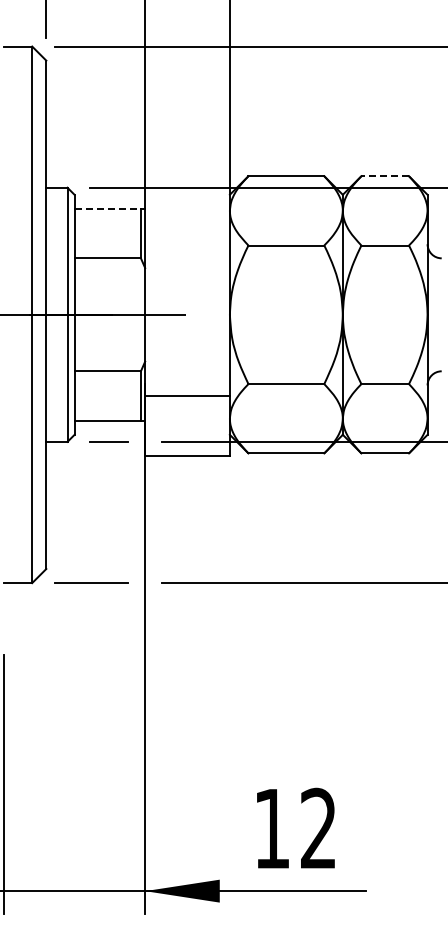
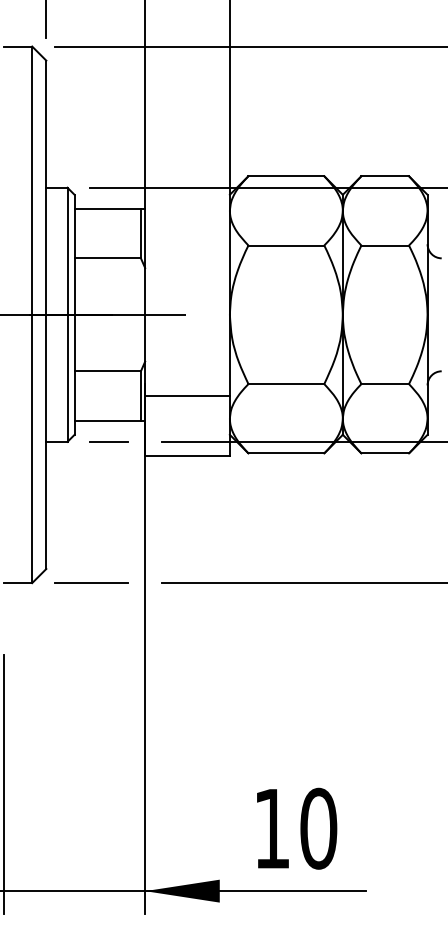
line at (385, 176): dashed -> solid
line at (108, 208): dashed -> solid
text at (318, 828): 12 -> 10
